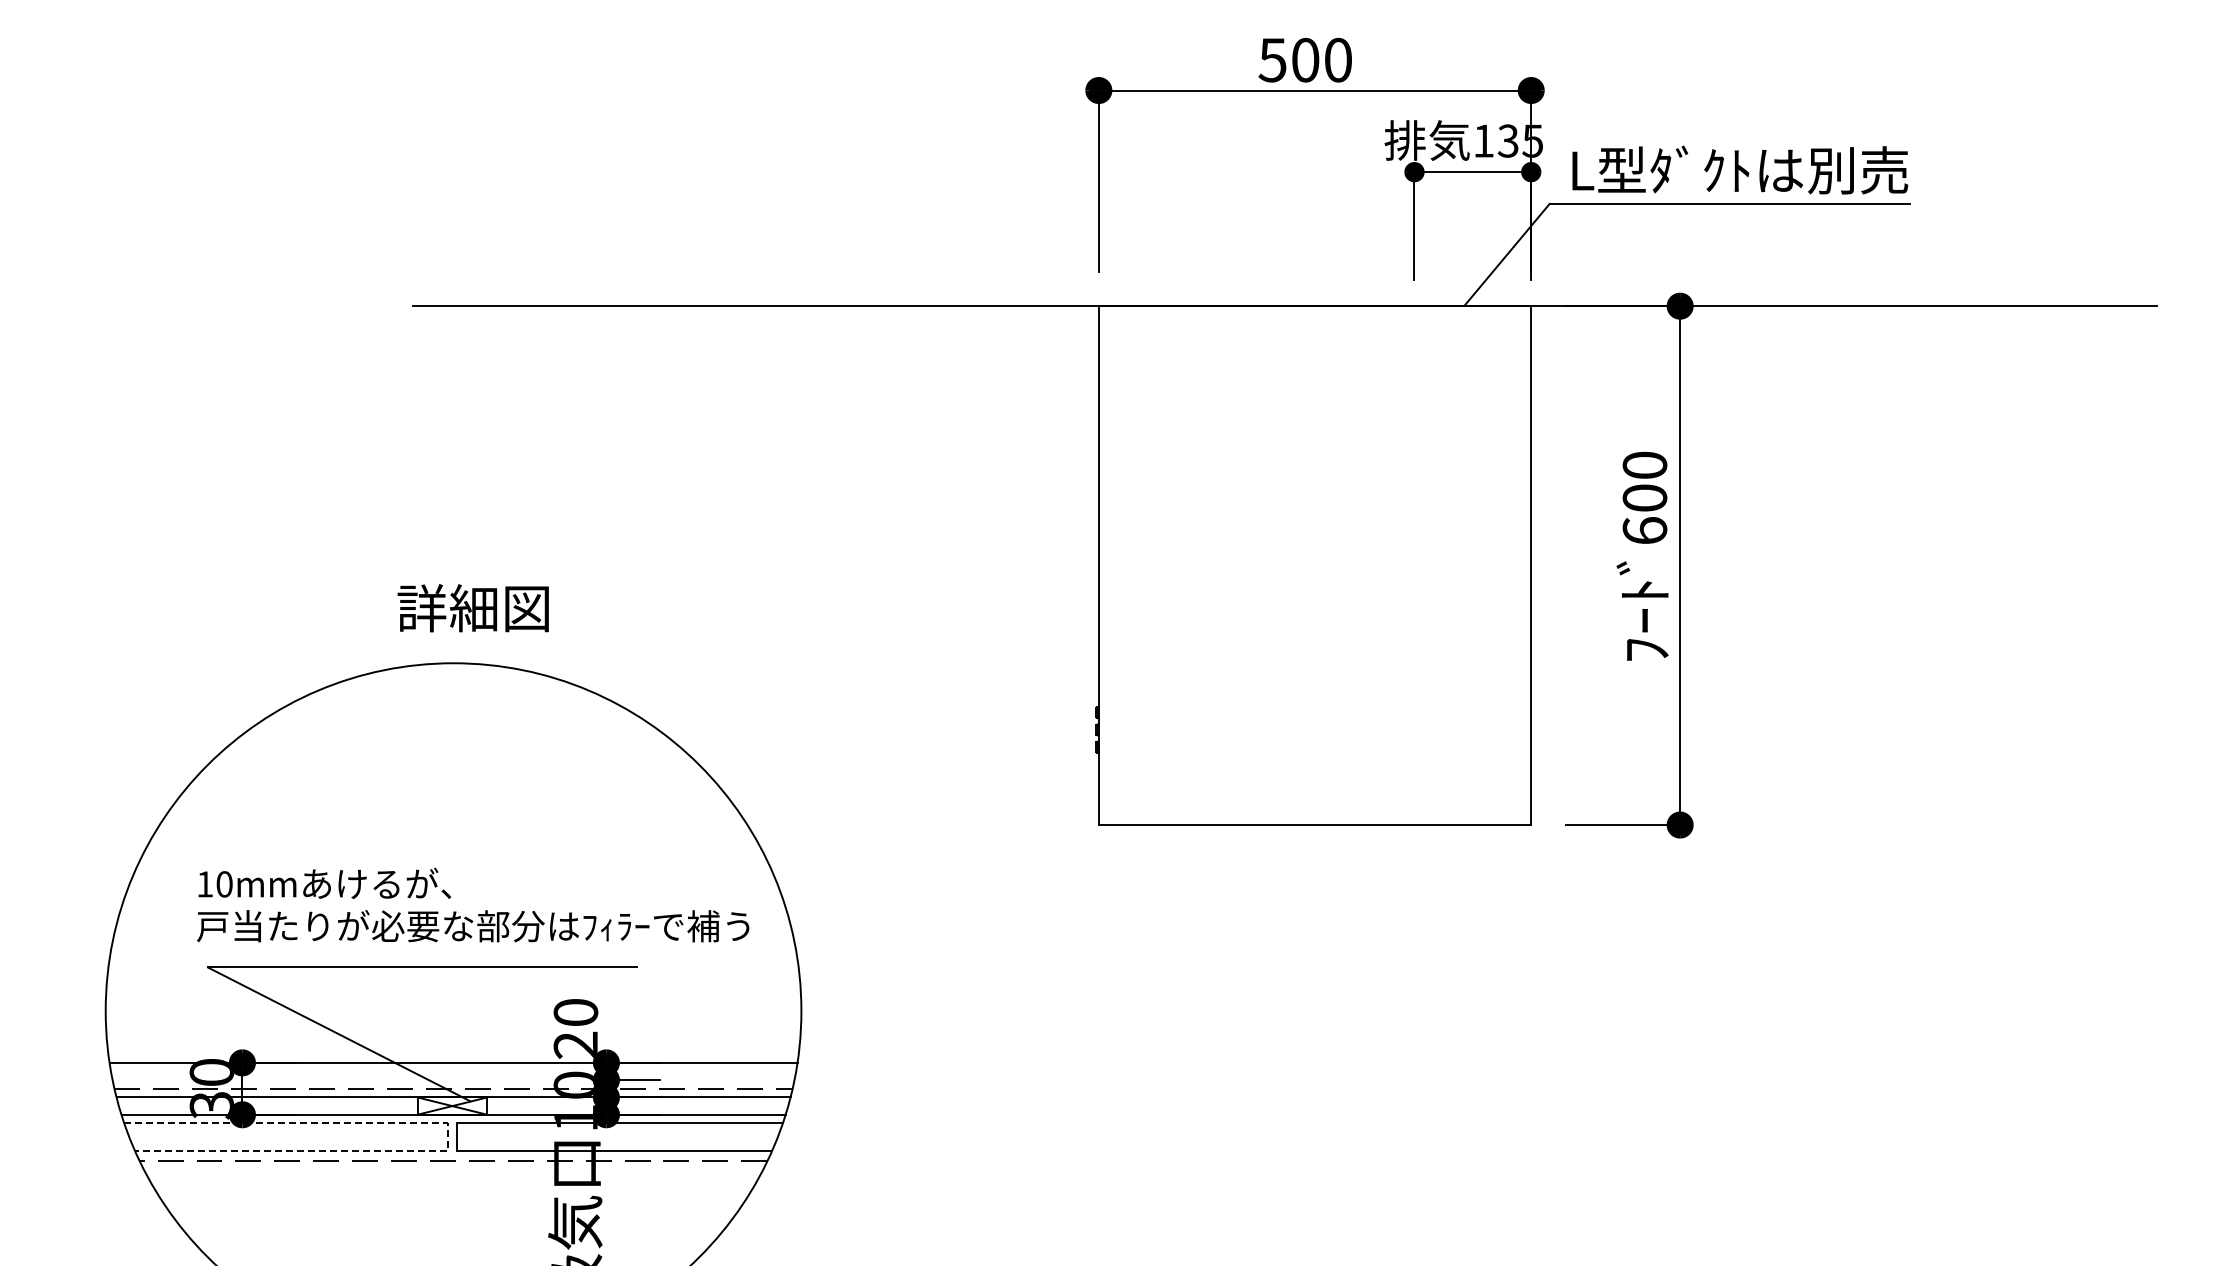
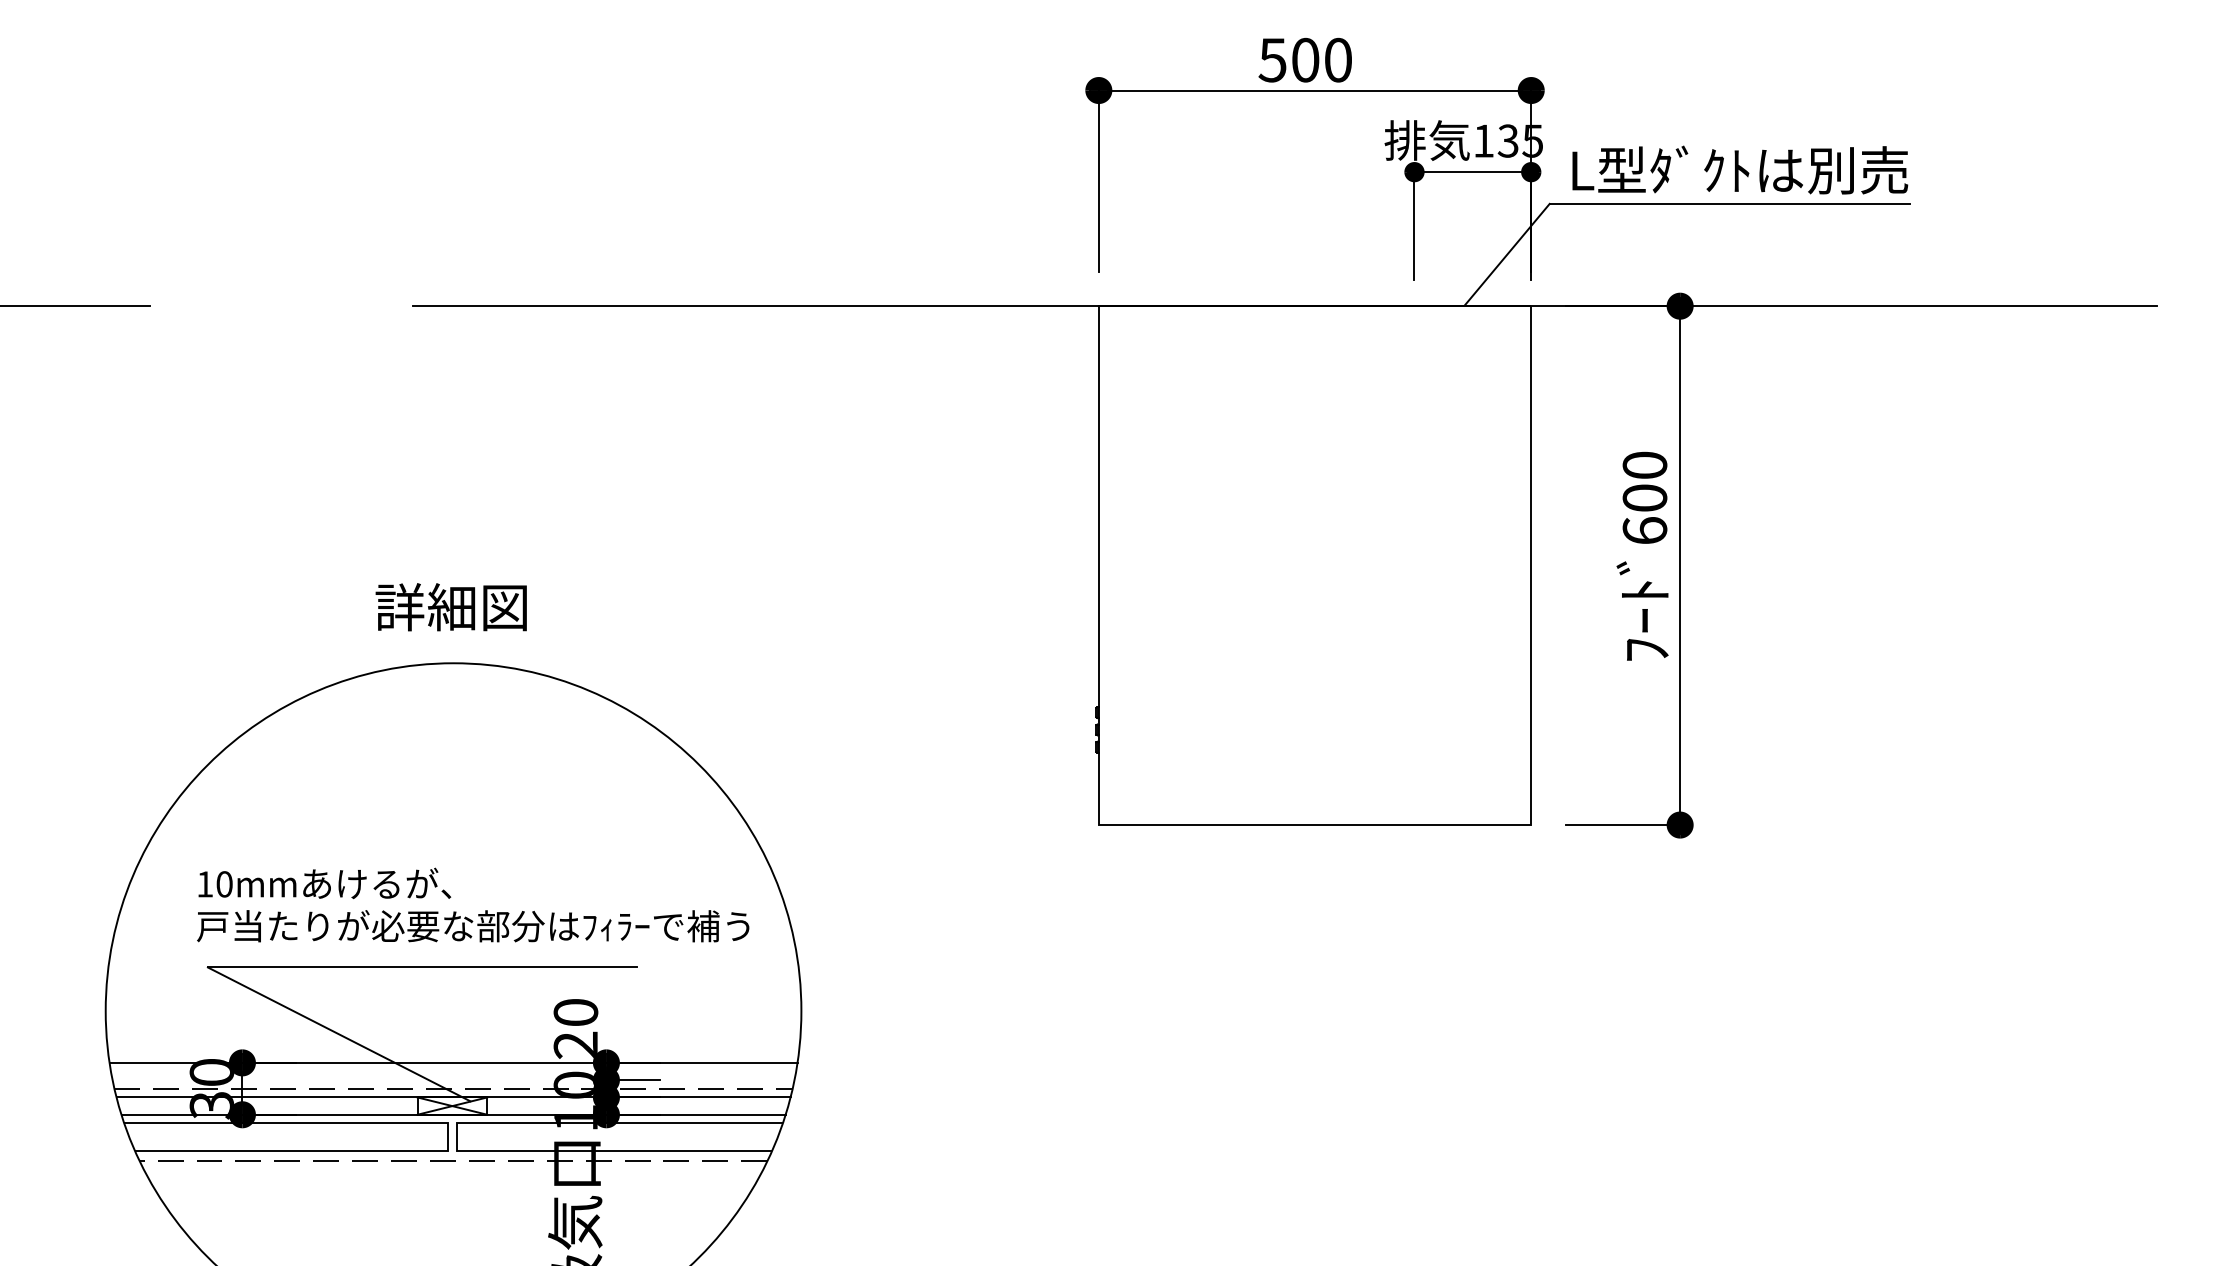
line at (75, 306): none -> present
text at (472, 608) position: (472, 608) -> (450, 607)
line at (448, 1132): dashed -> solid
